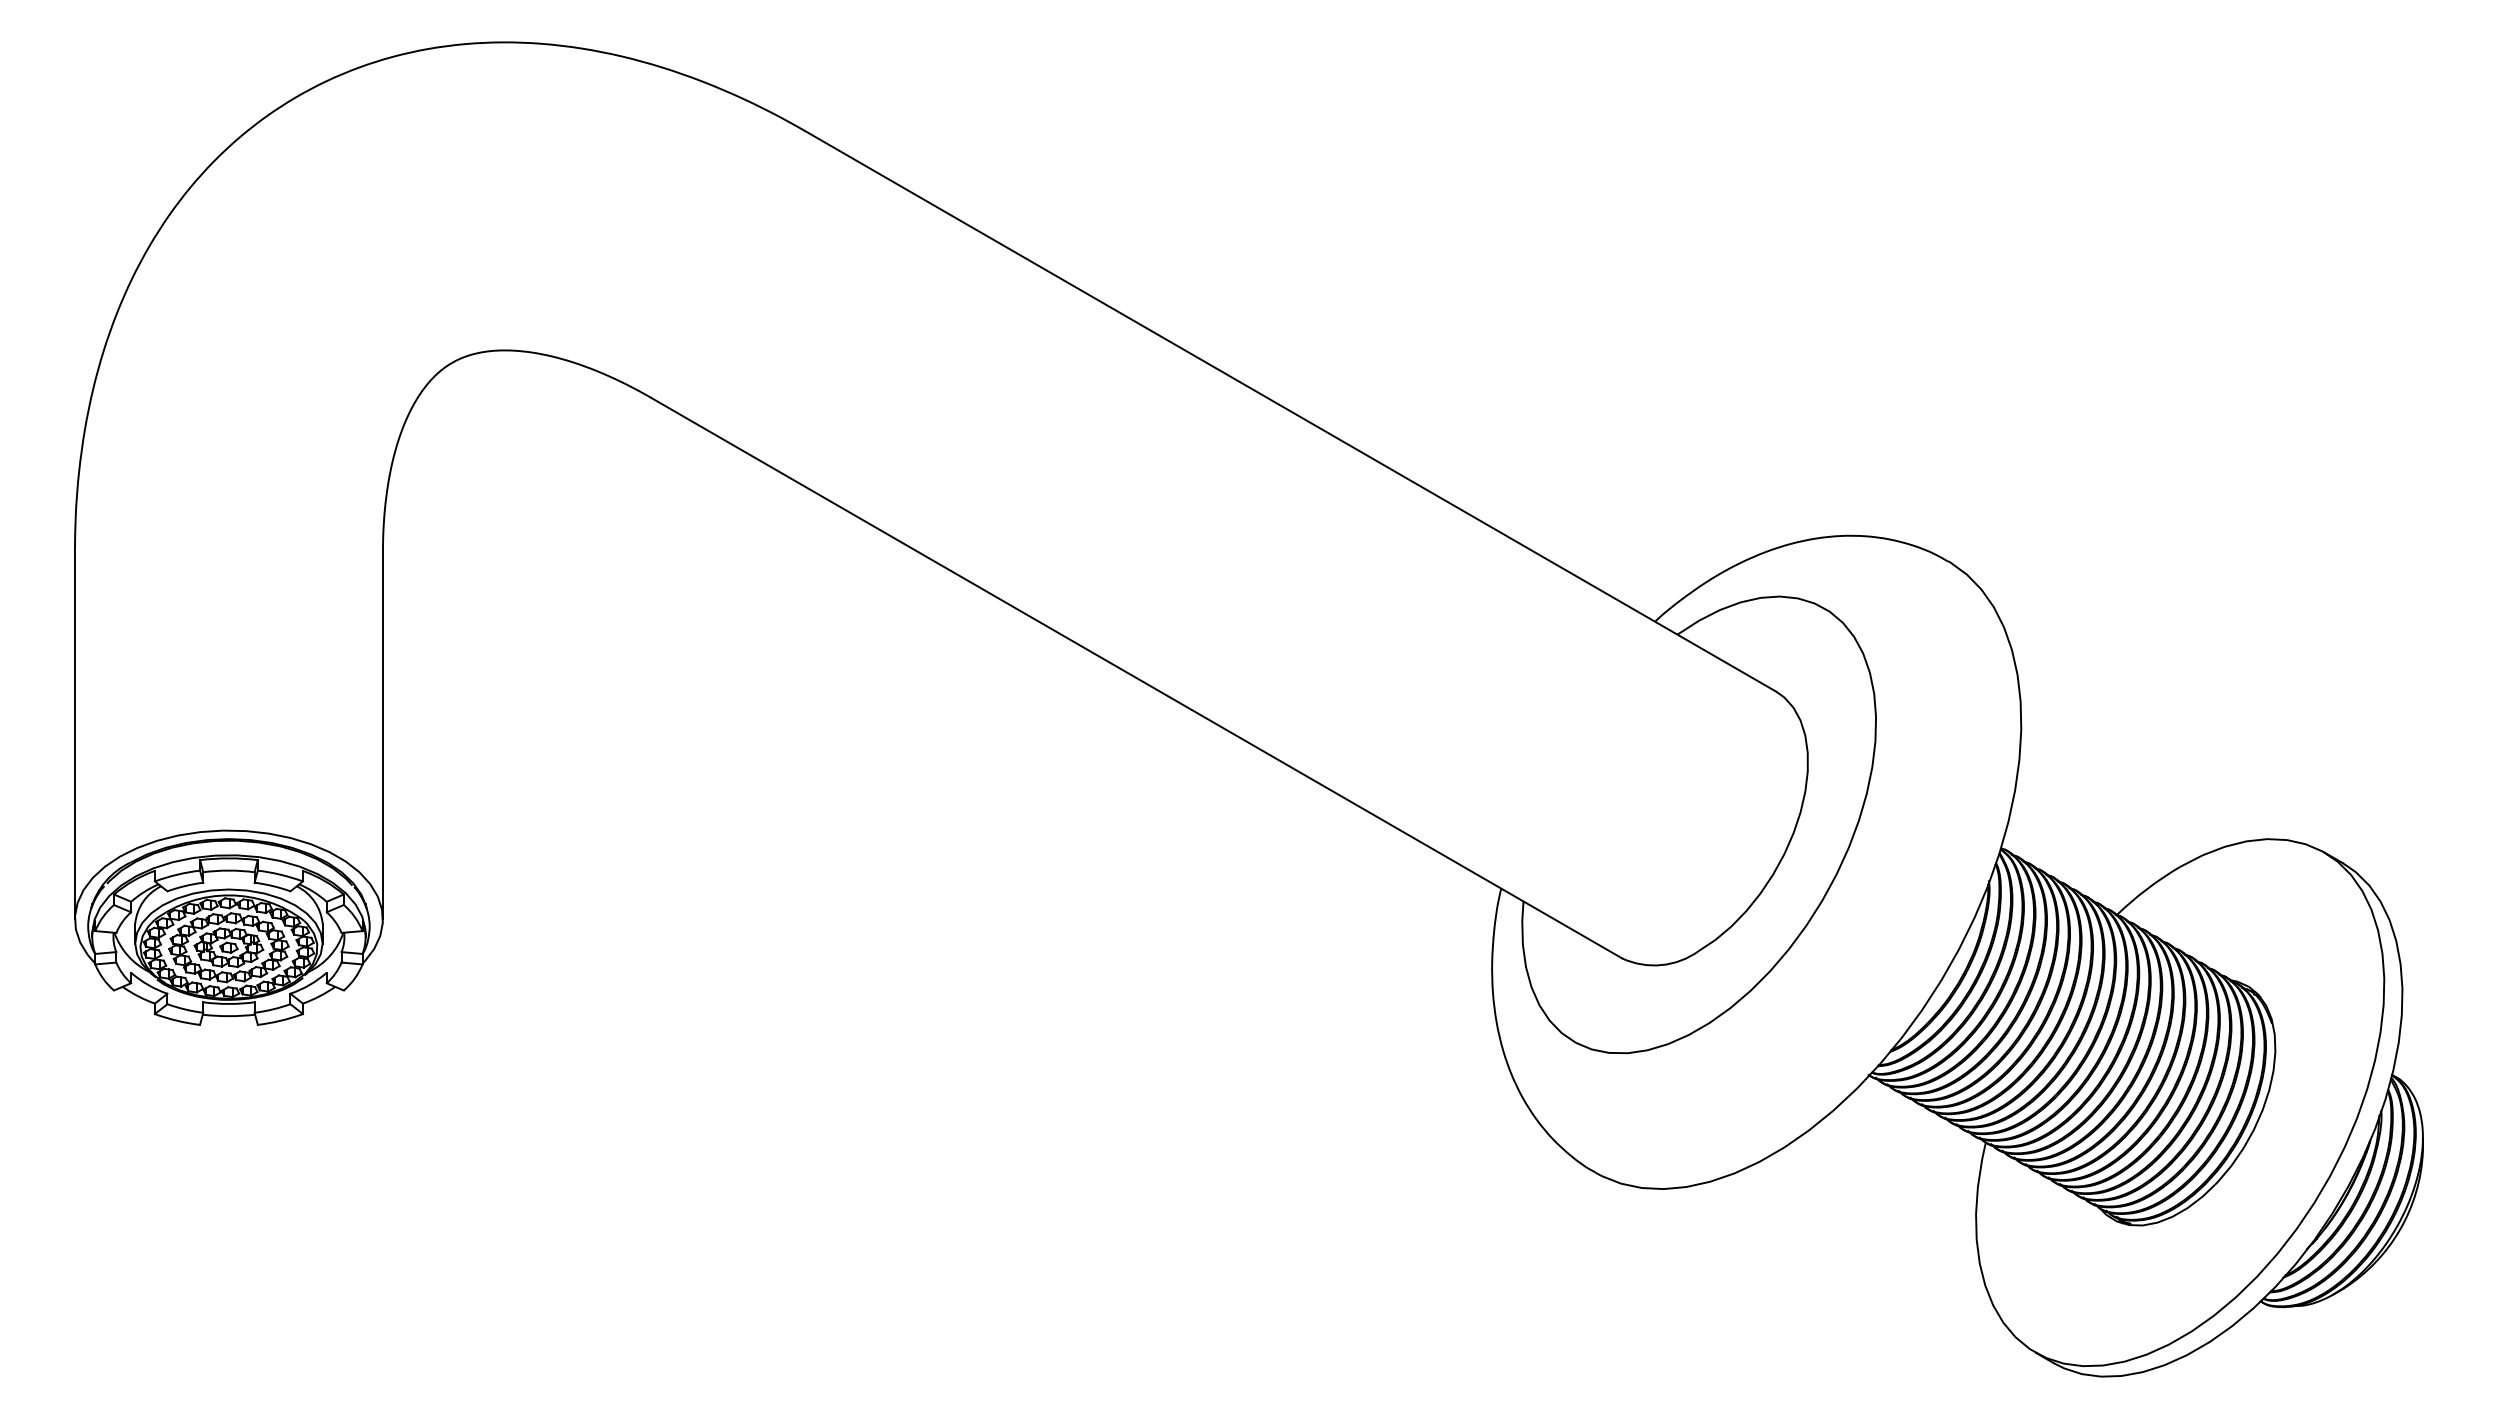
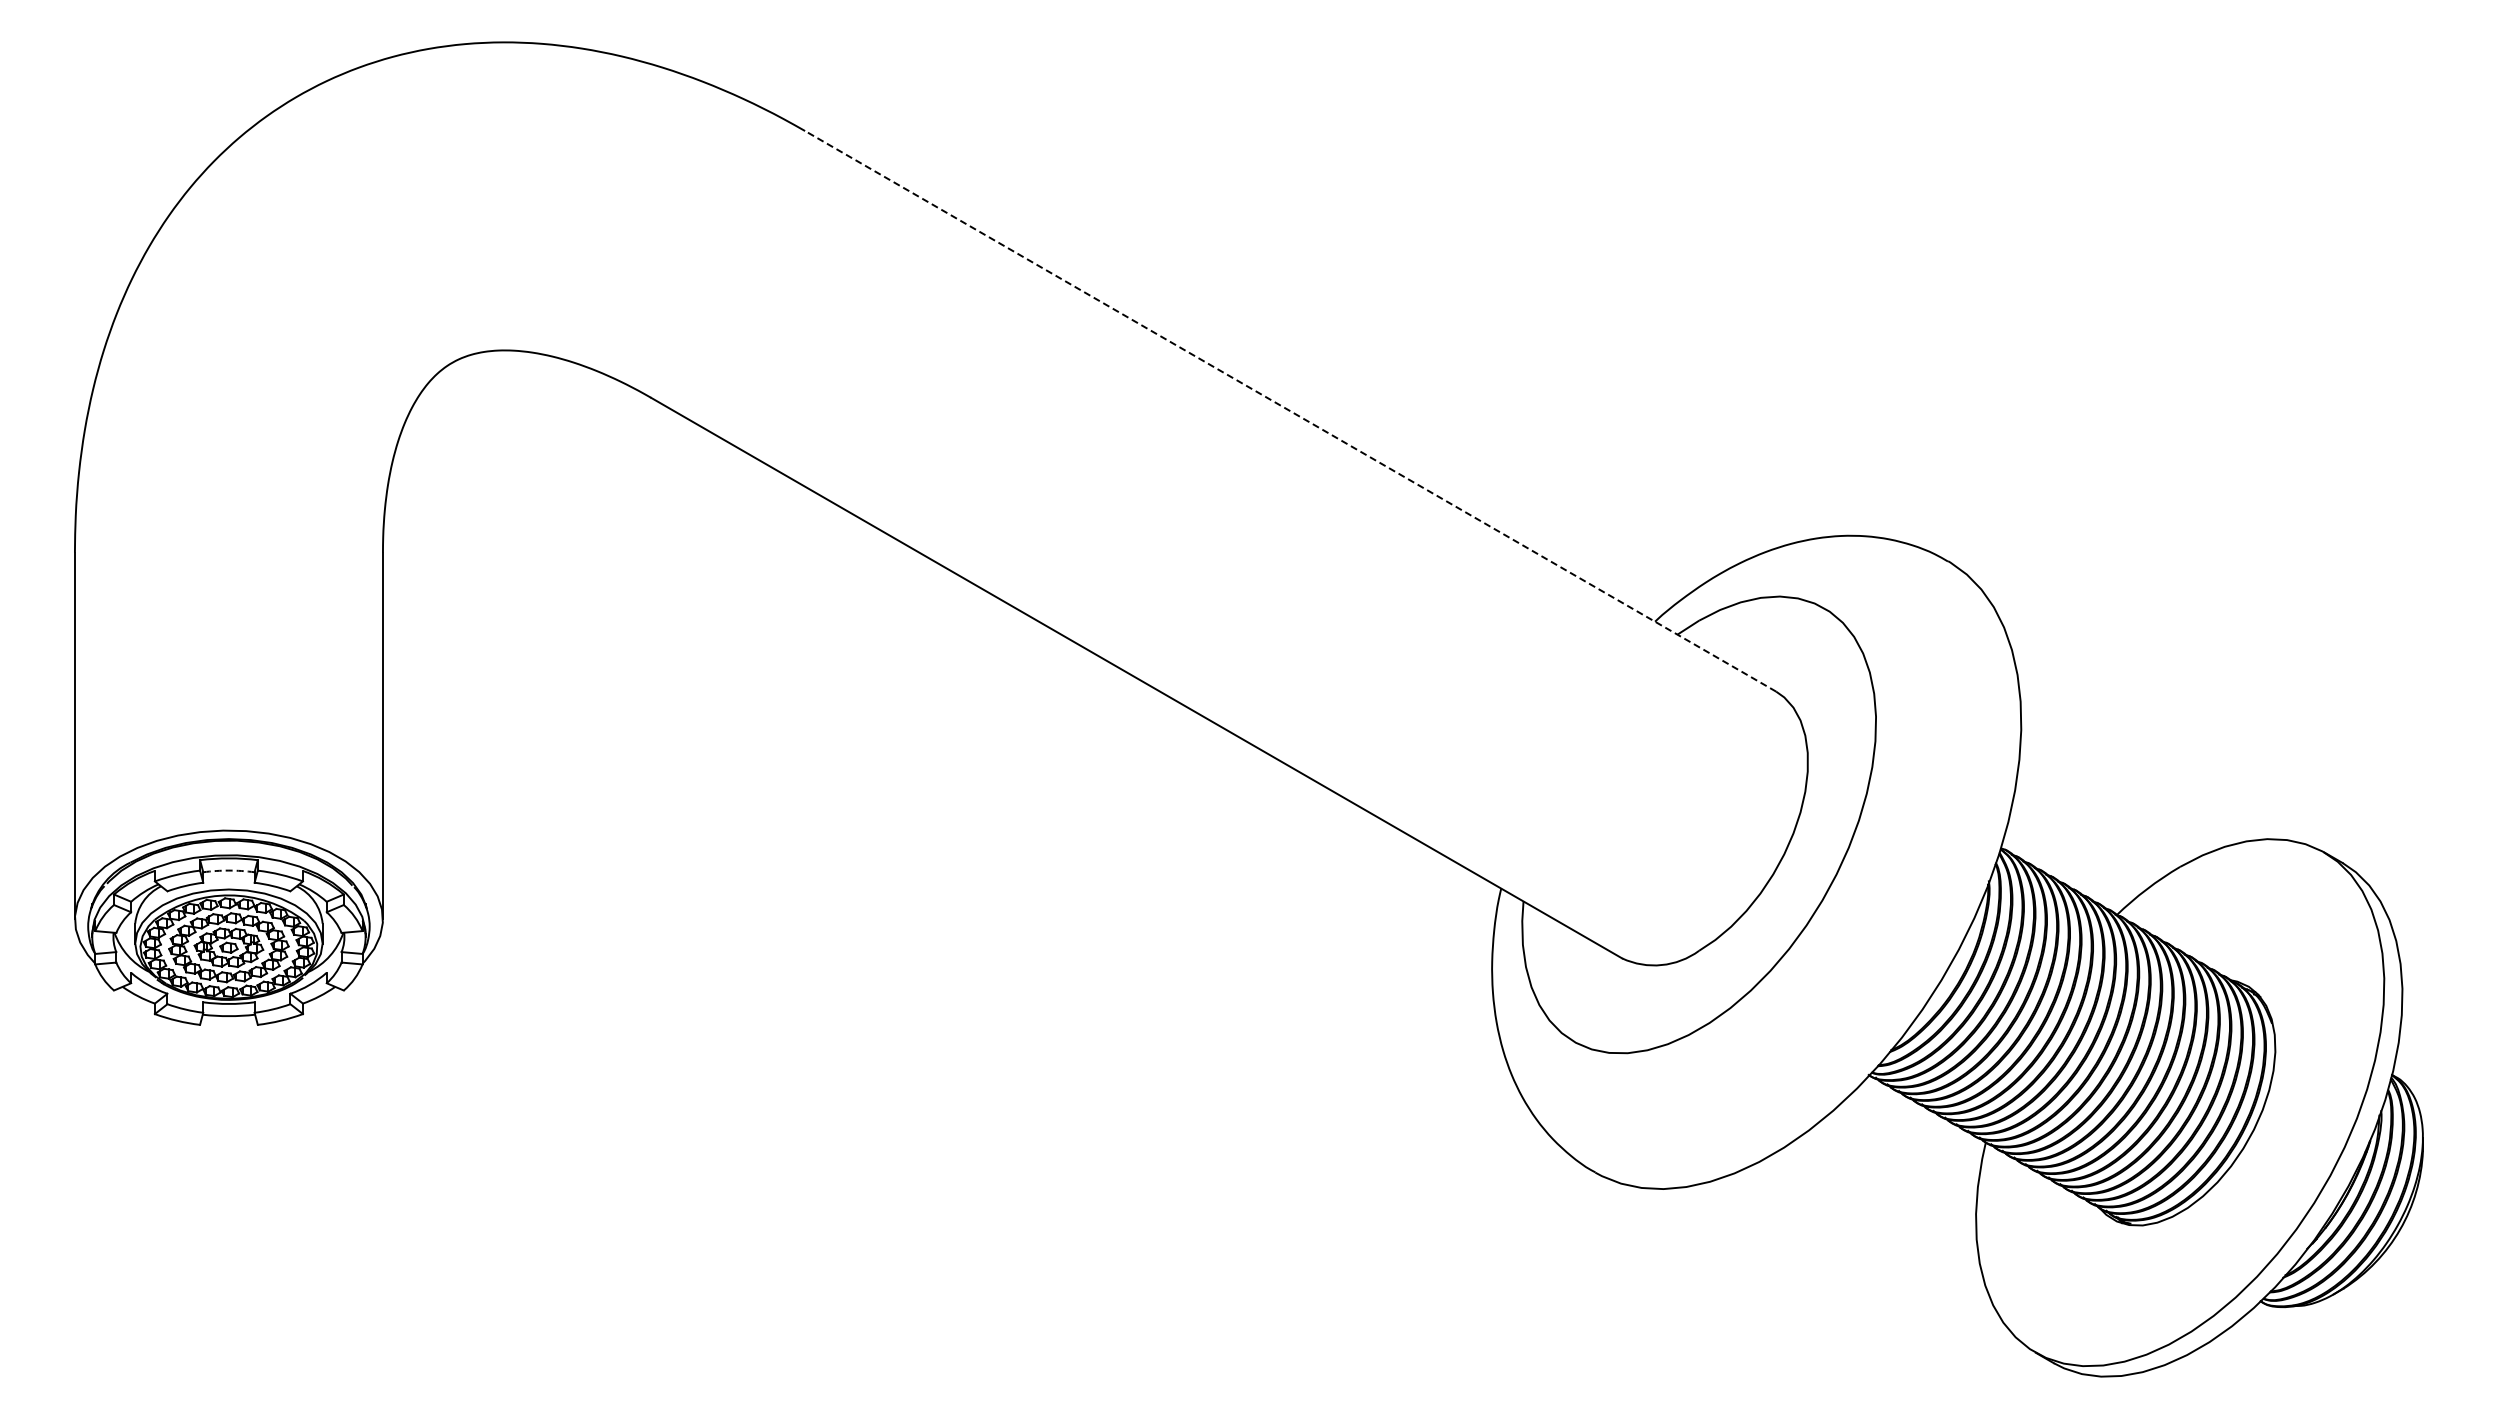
line at (1290, 411): solid -> dashed
arc at (228, 870): solid -> dashed
